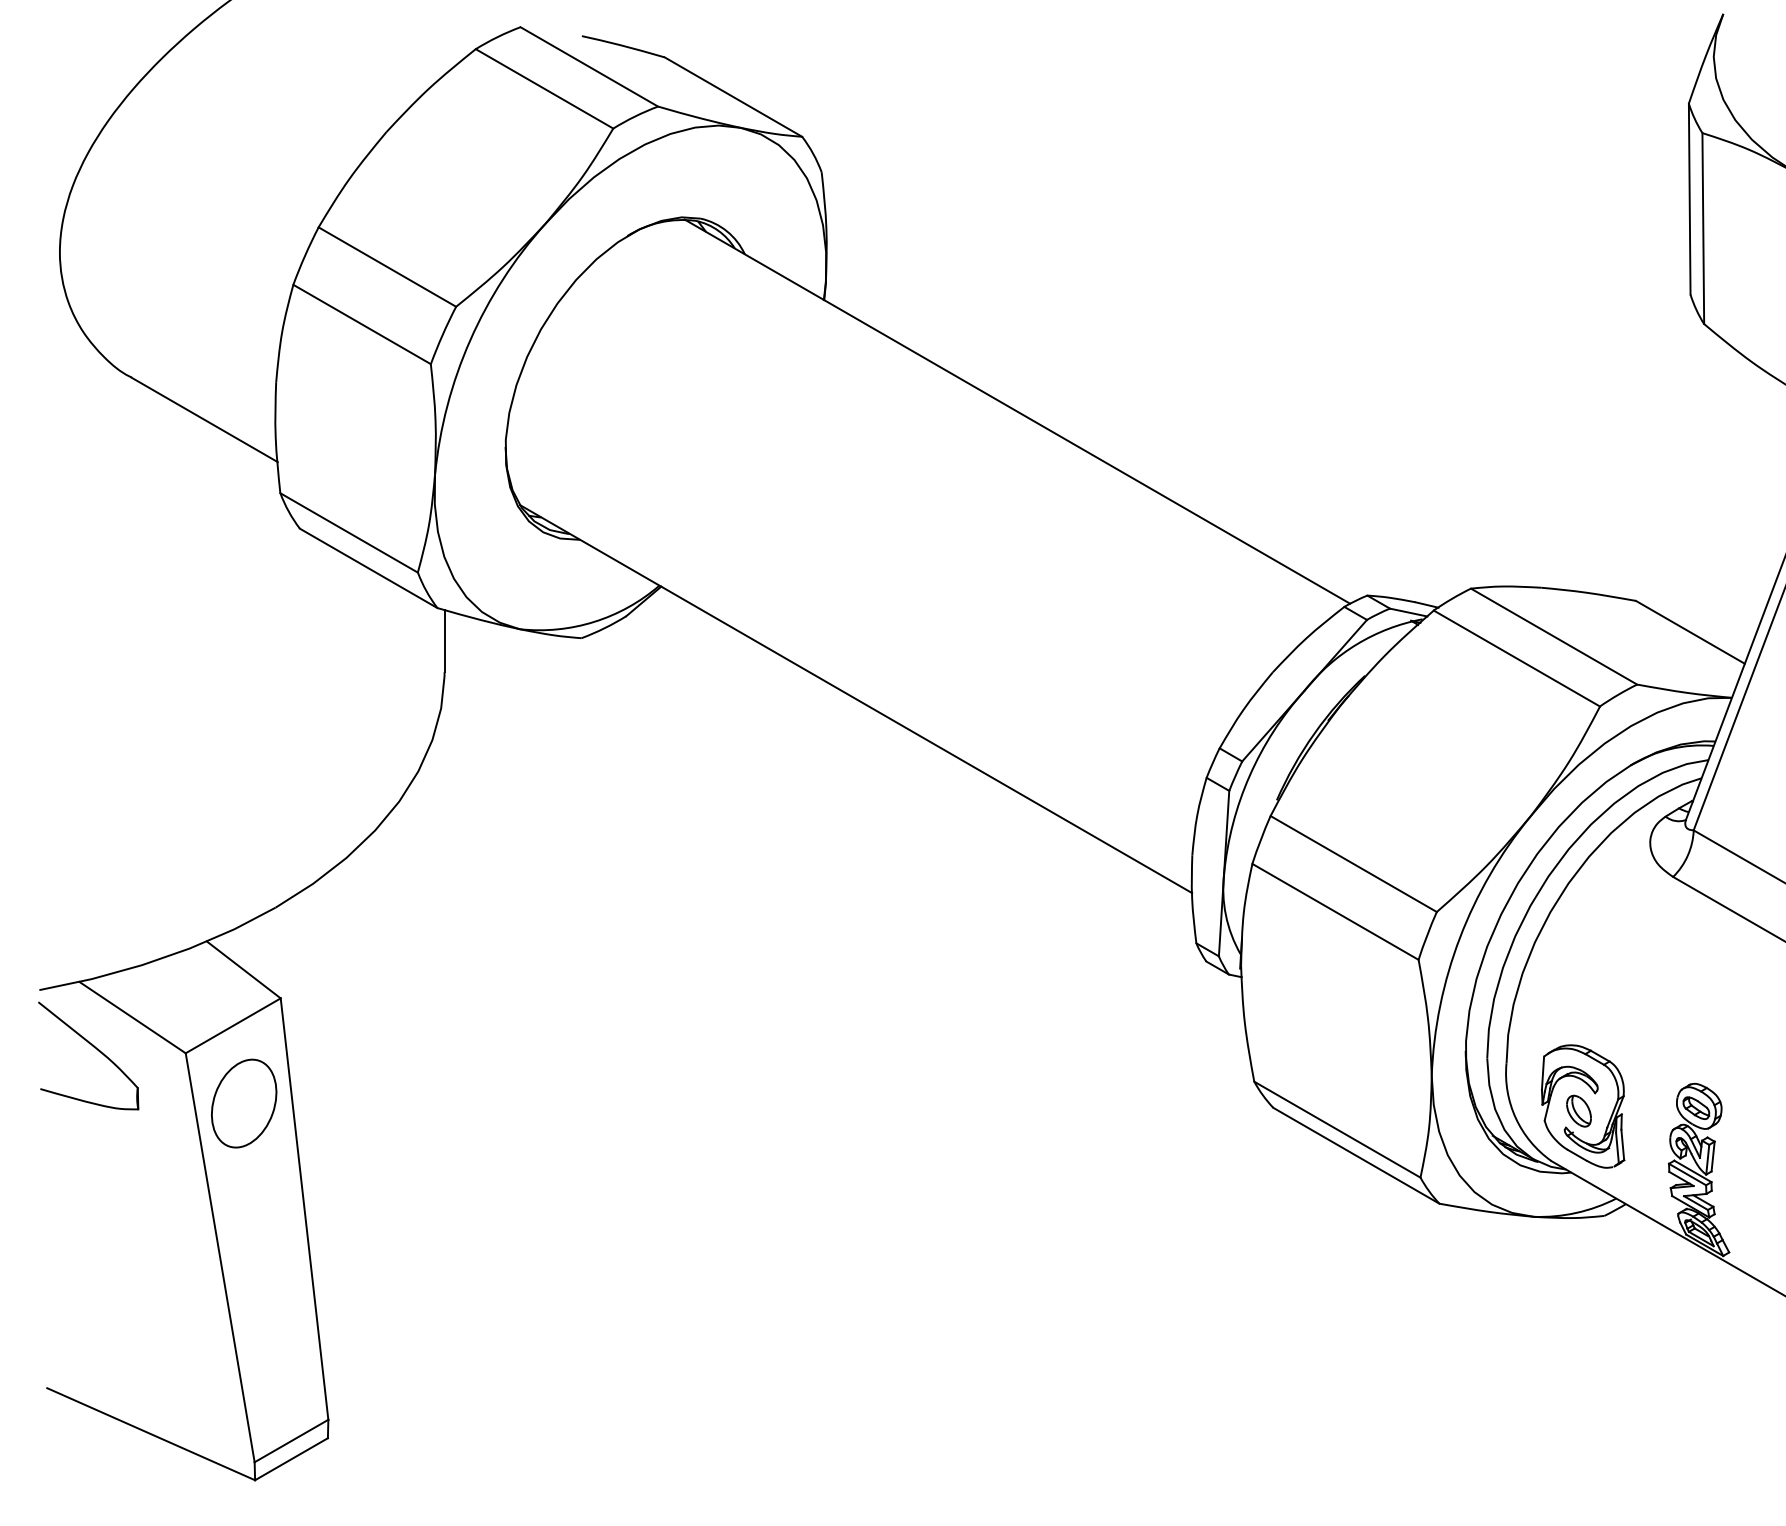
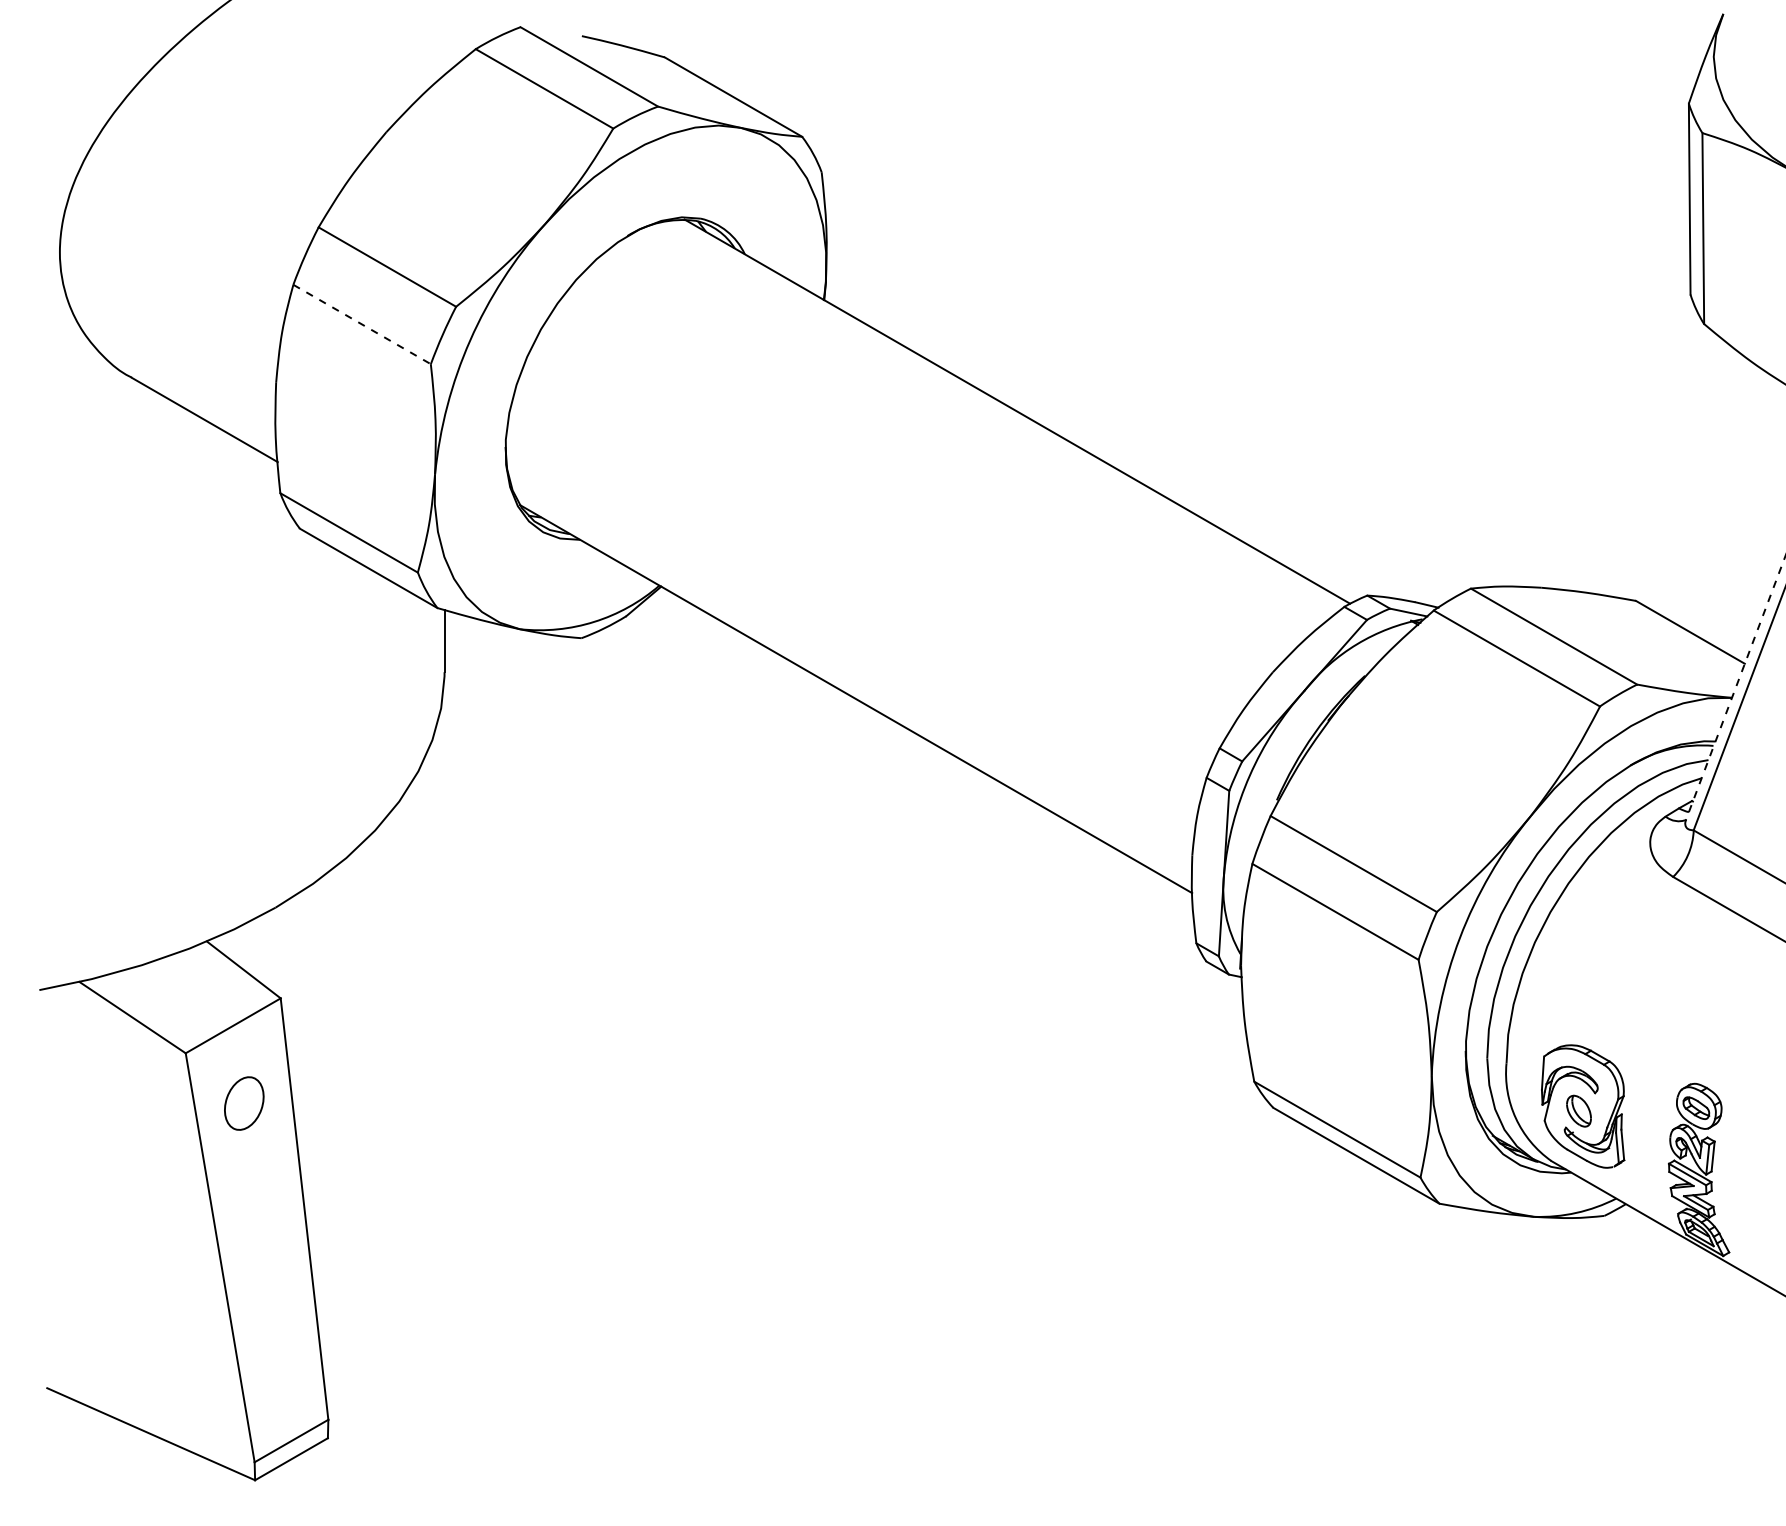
line at (362, 324): solid -> dashed
line at (1735, 688): solid -> dashed
part at (94, 1048): present -> none
part at (244, 1103) size: 67x91 px -> 41x55 px
